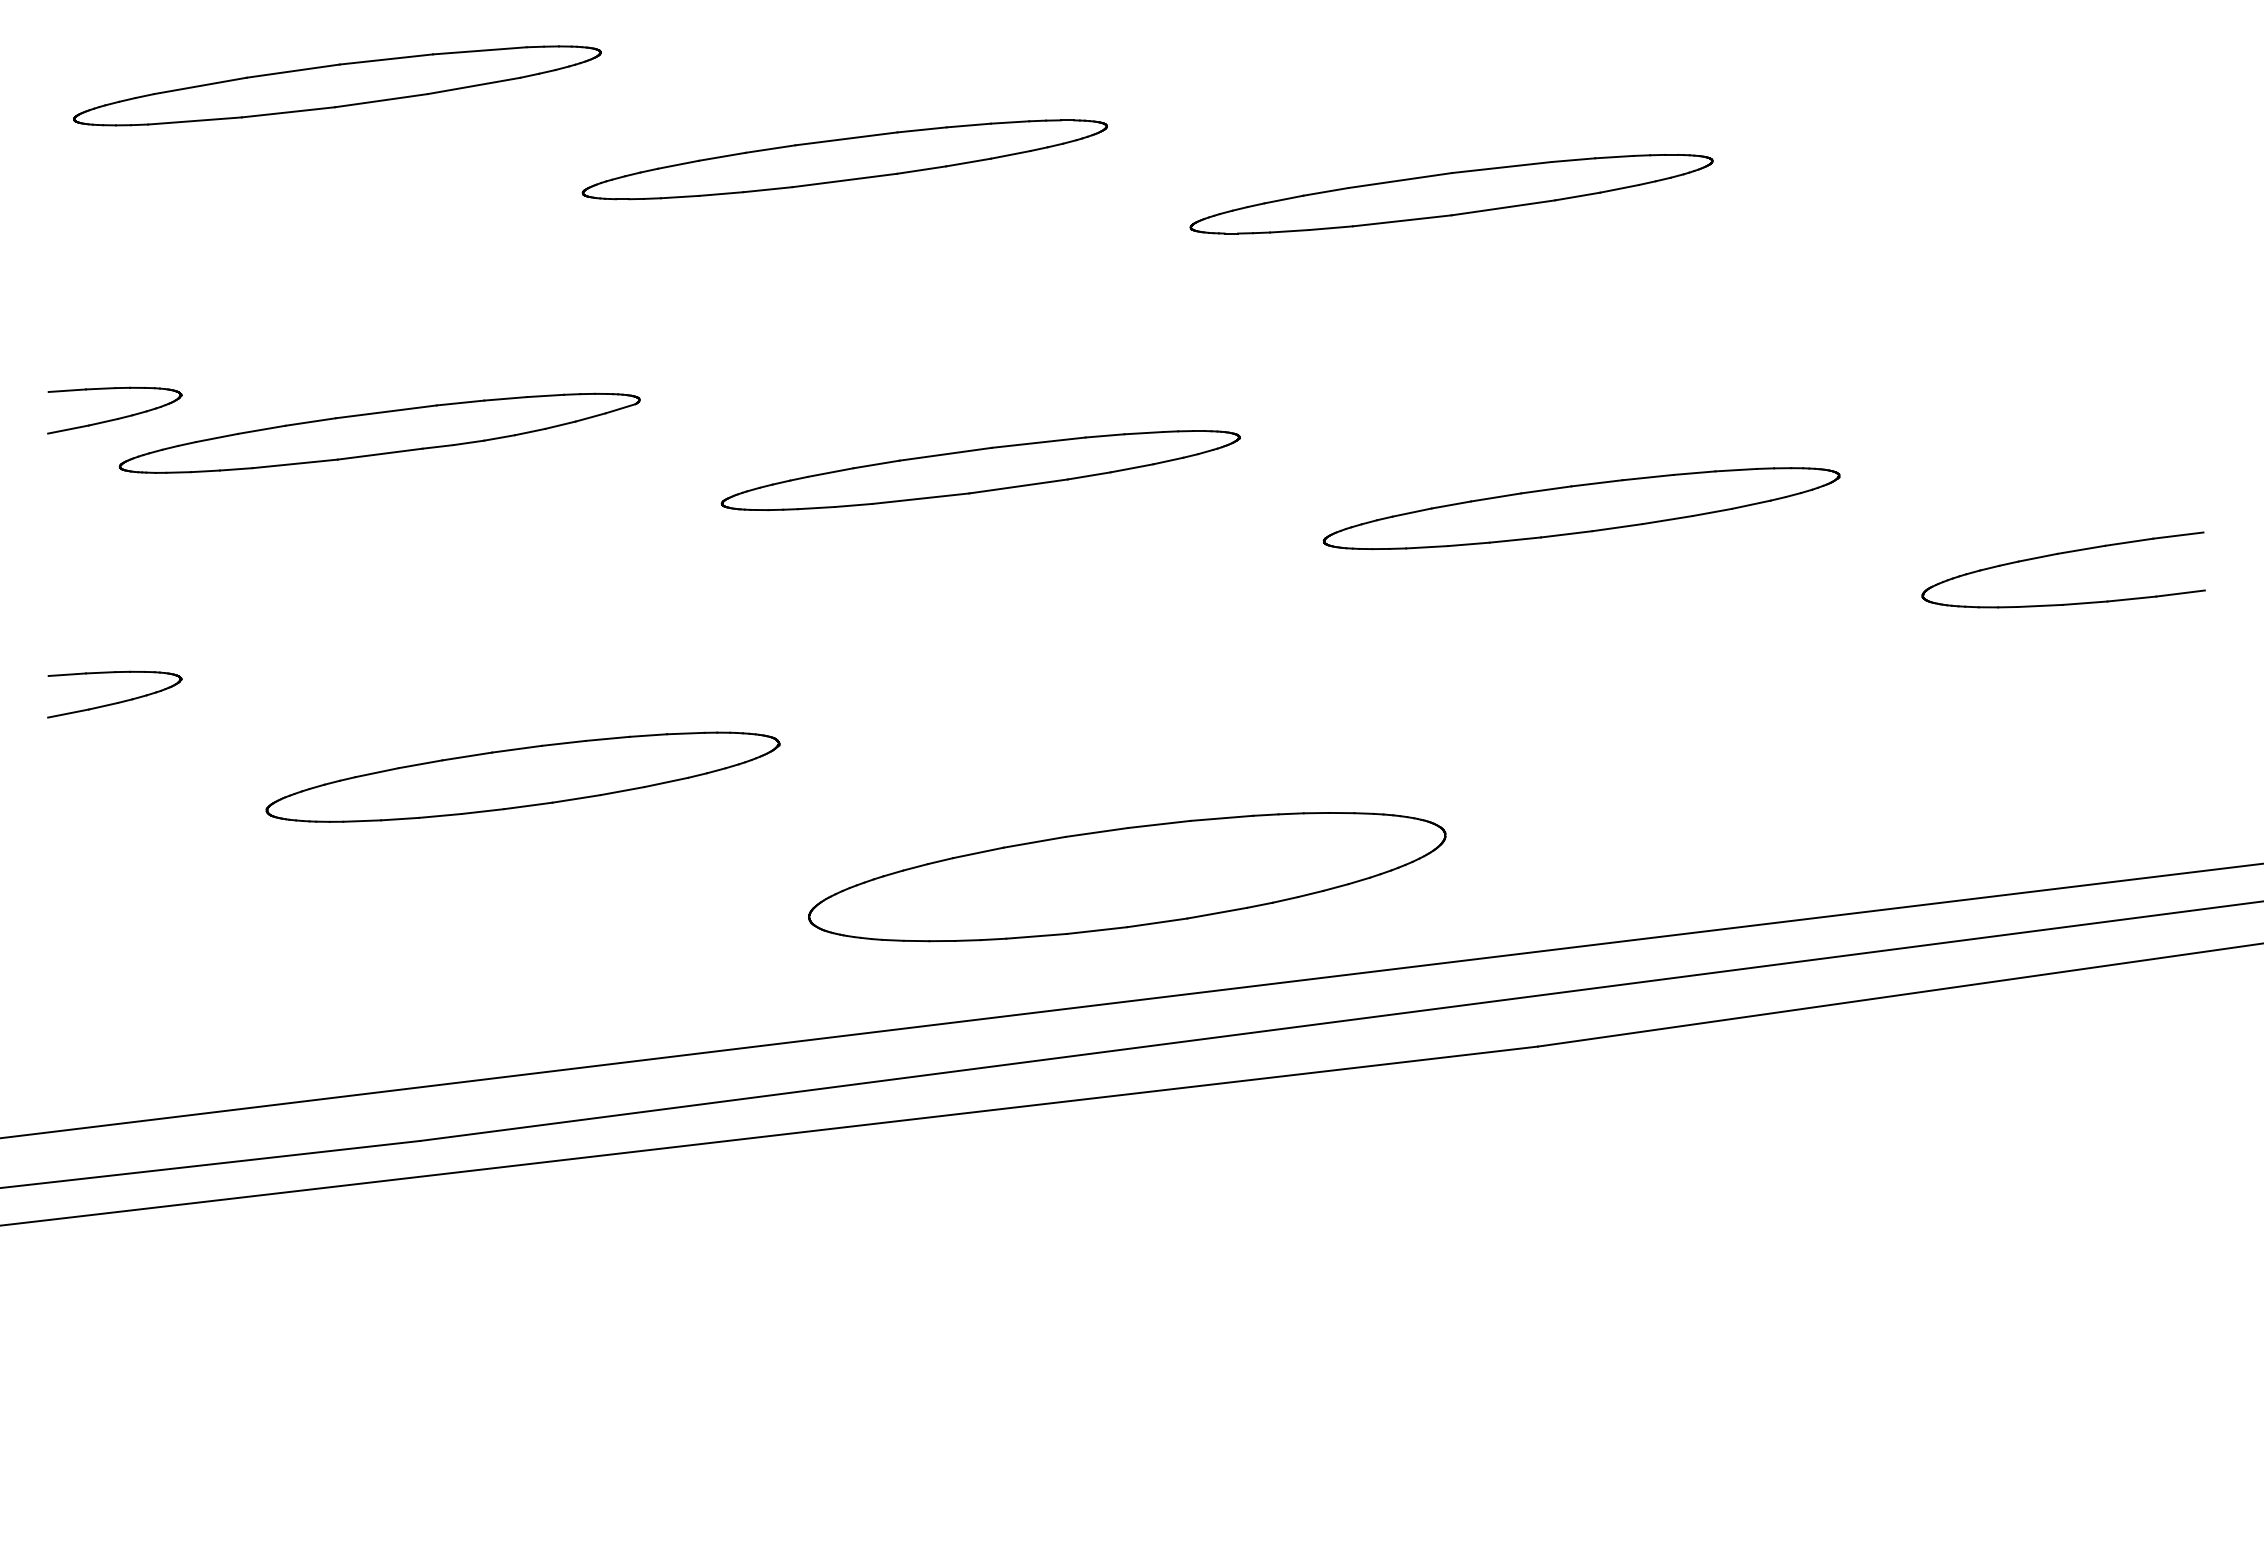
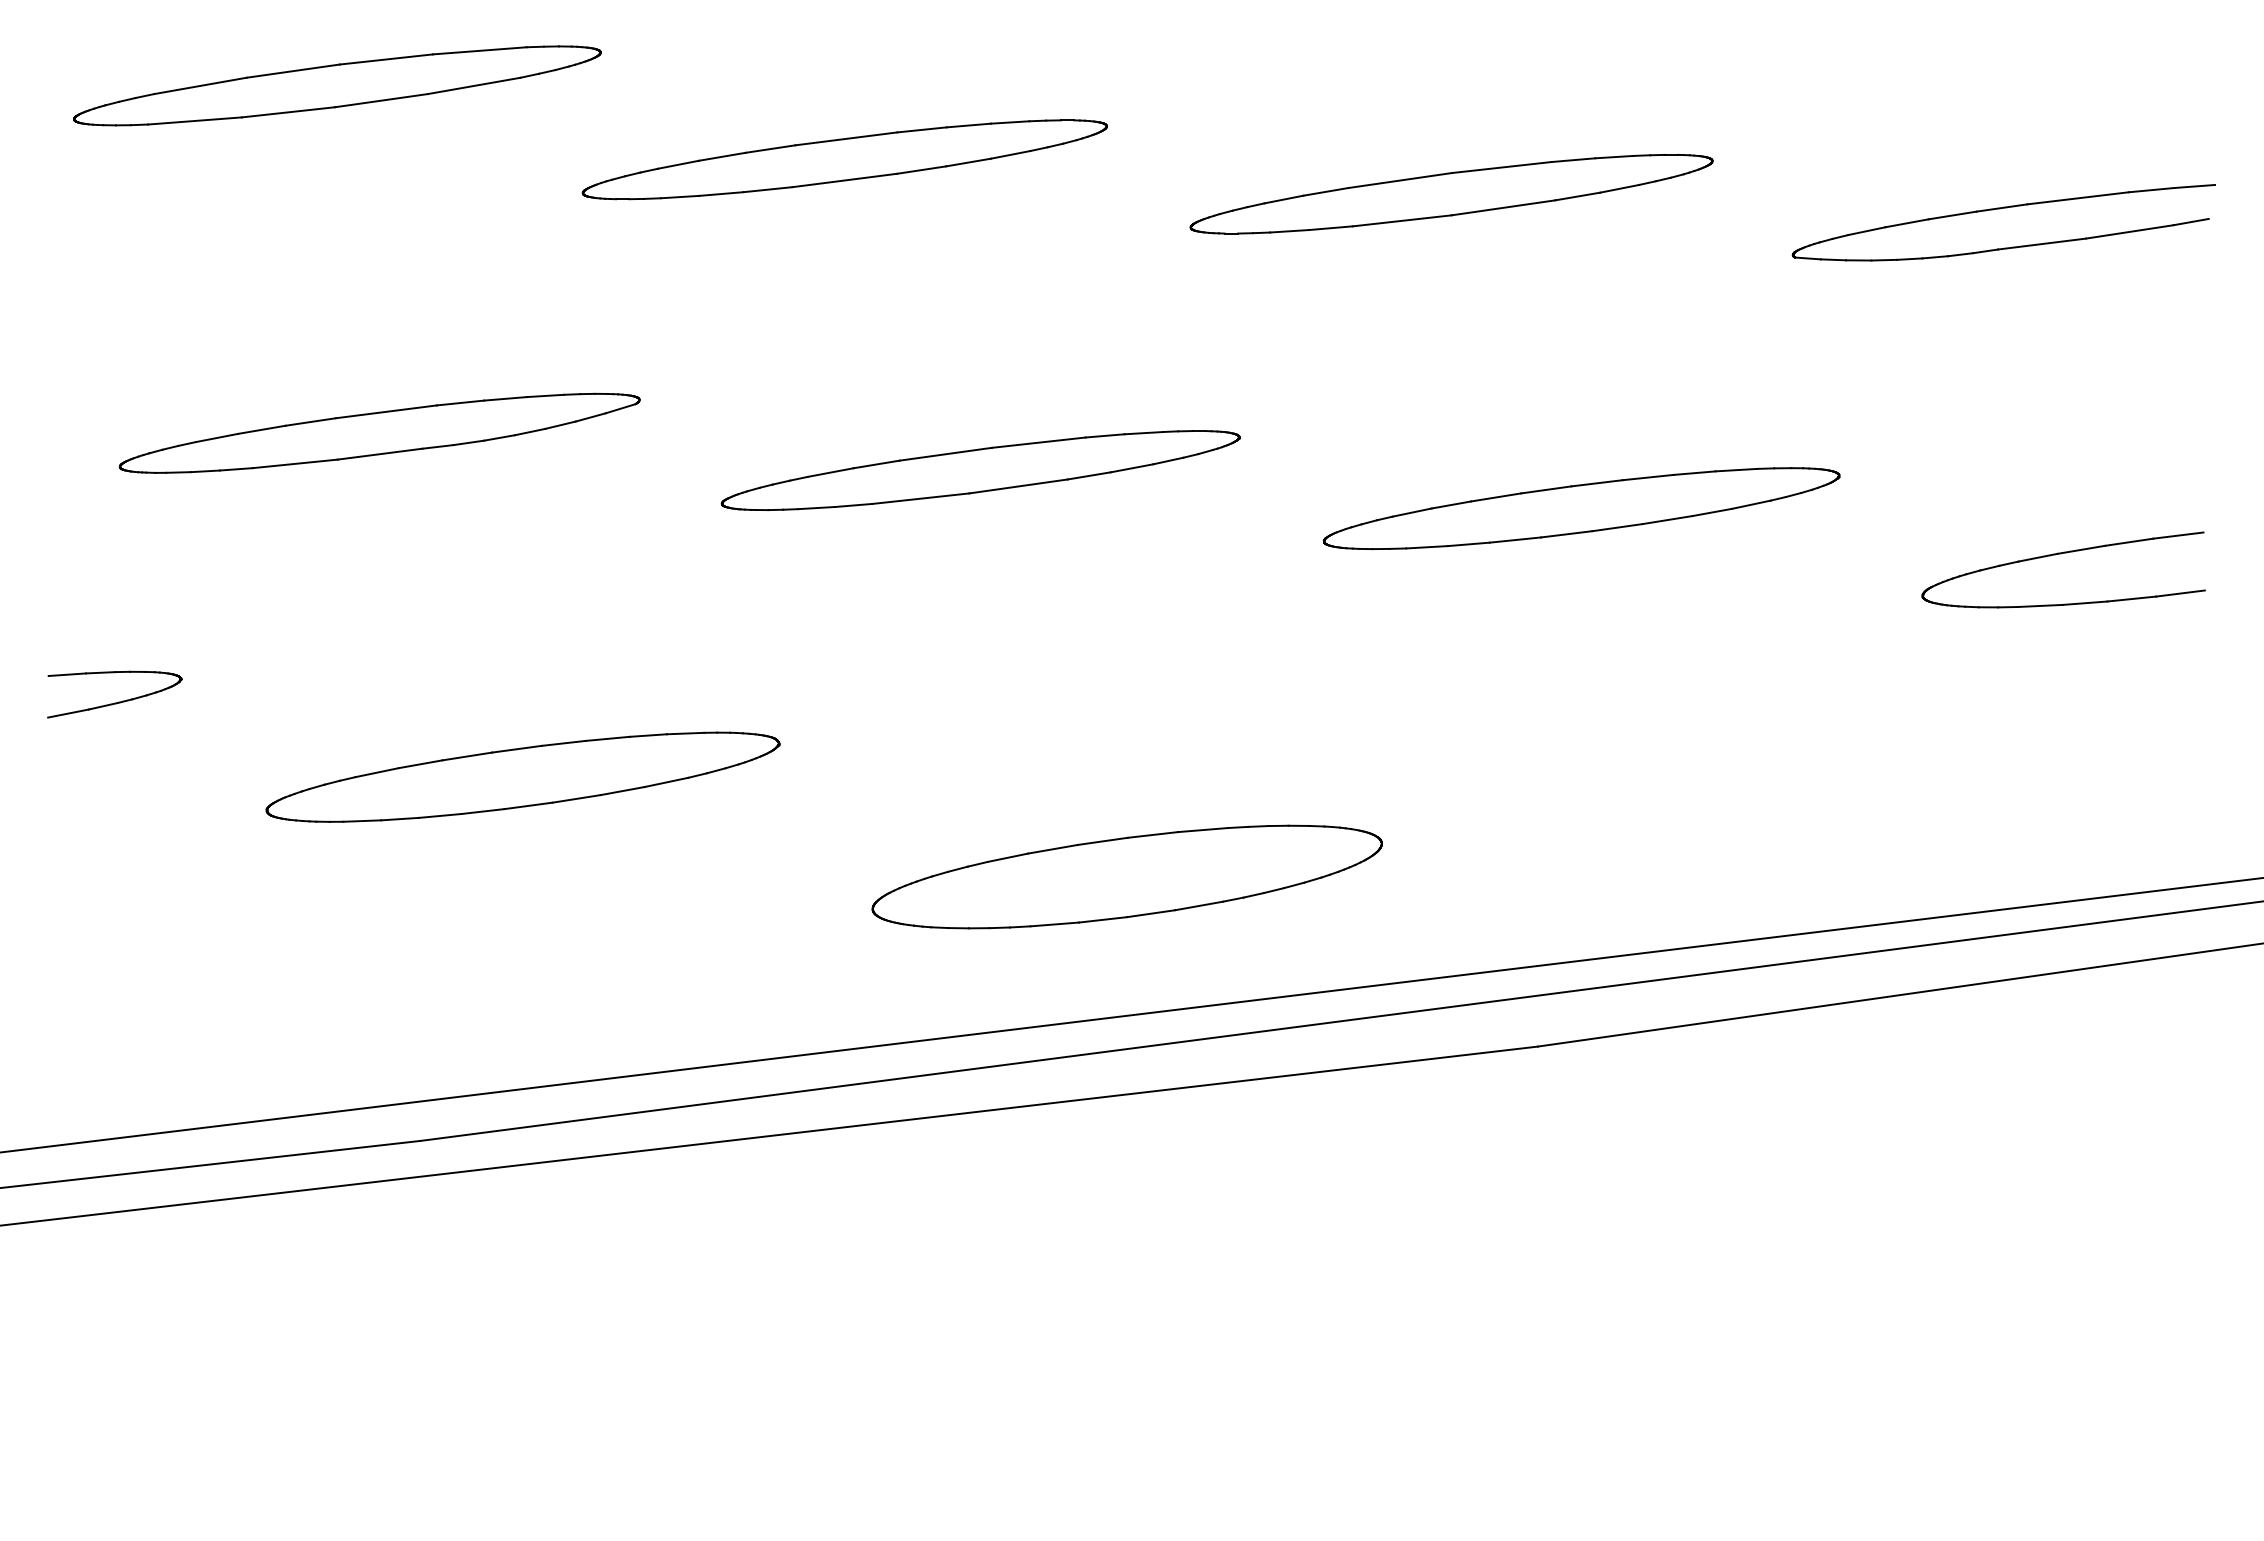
part at (2000, 209): none -> present
part at (114, 418): present -> none
part at (1127, 877) size: 639x131 px -> 512x106 px
line at (1131, 1001) position: (1131, 1001) -> (1131, 1015)
